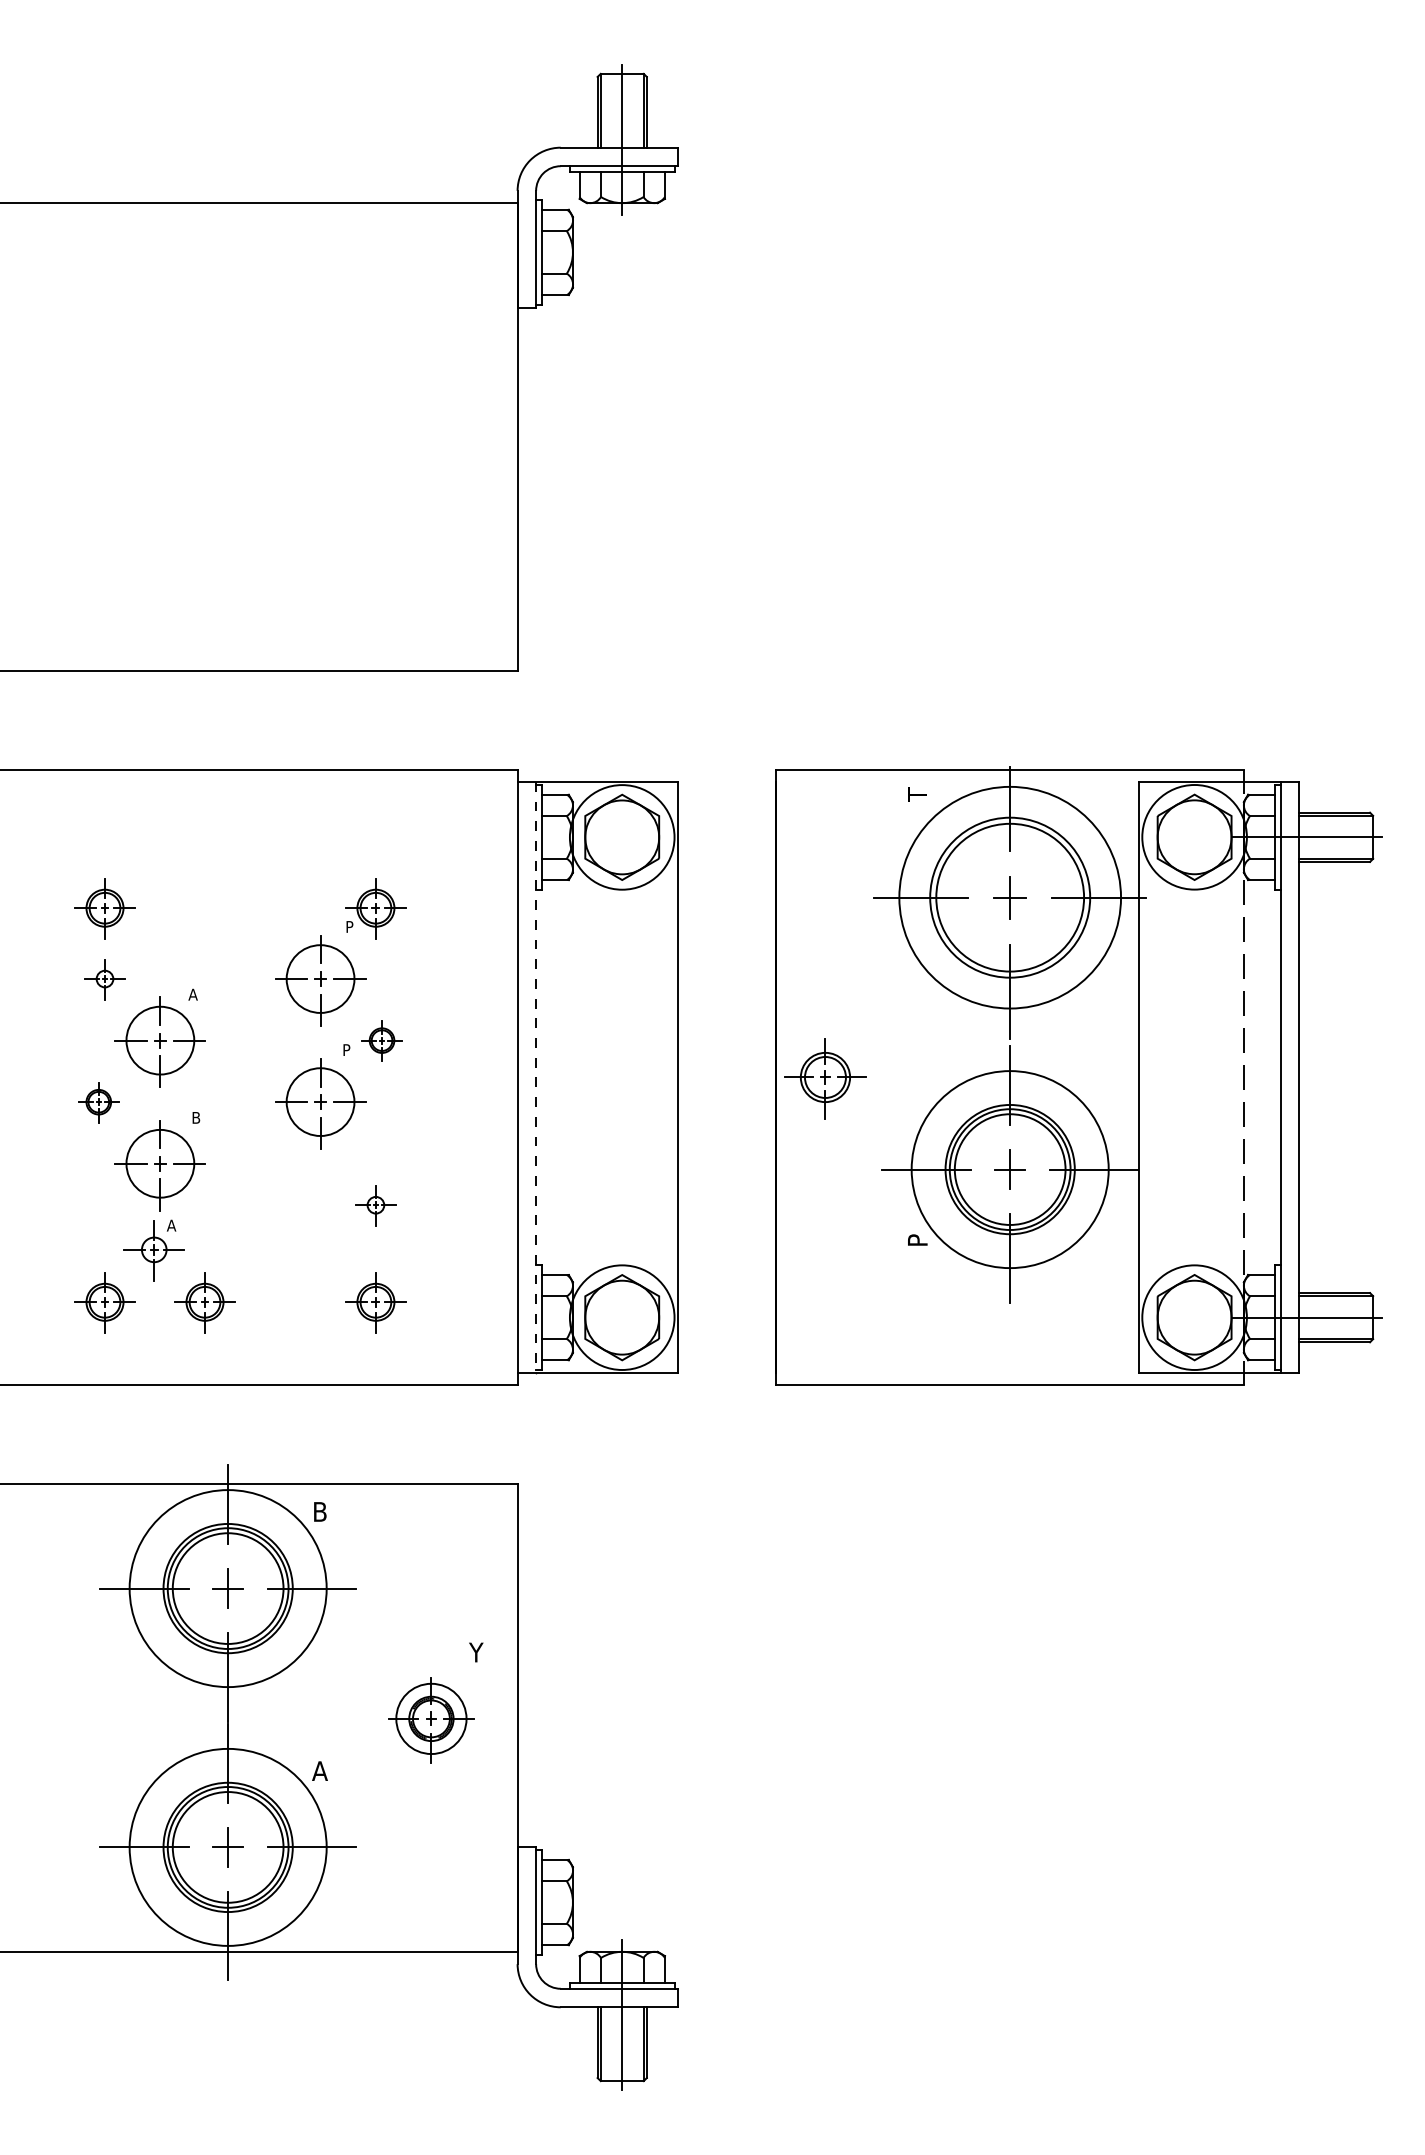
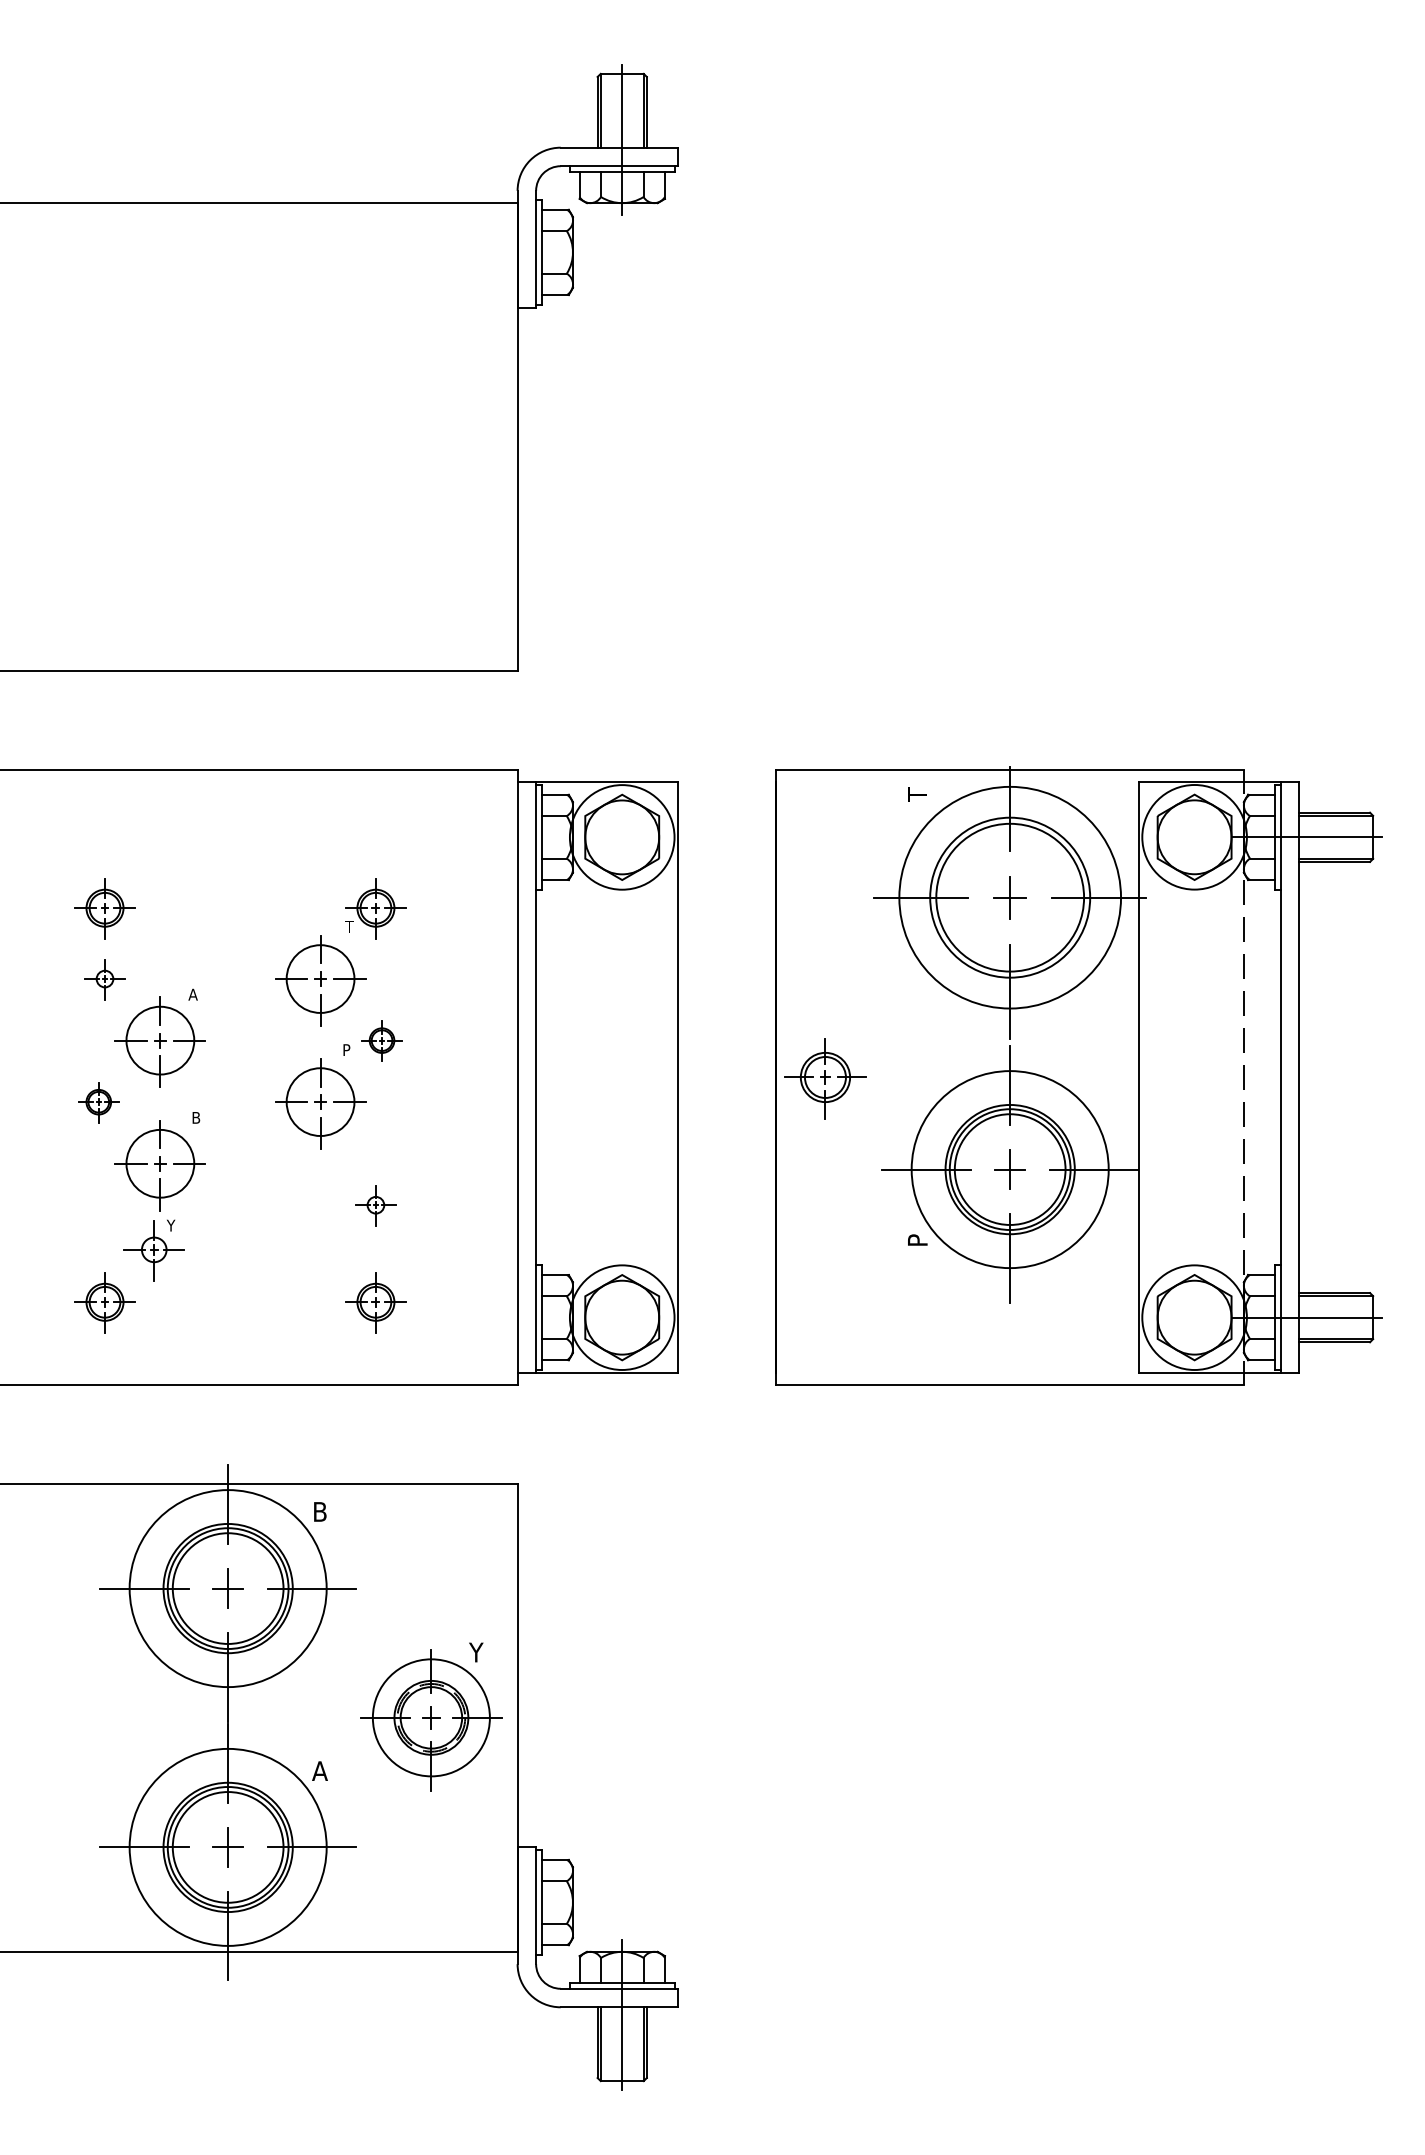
text at (349, 926): P -> T
line at (536, 1077): dashed -> solid
text at (171, 1225): A -> Y
part at (204, 1302): present -> none
part at (431, 1720) size: 87x87 px -> 143x143 px
